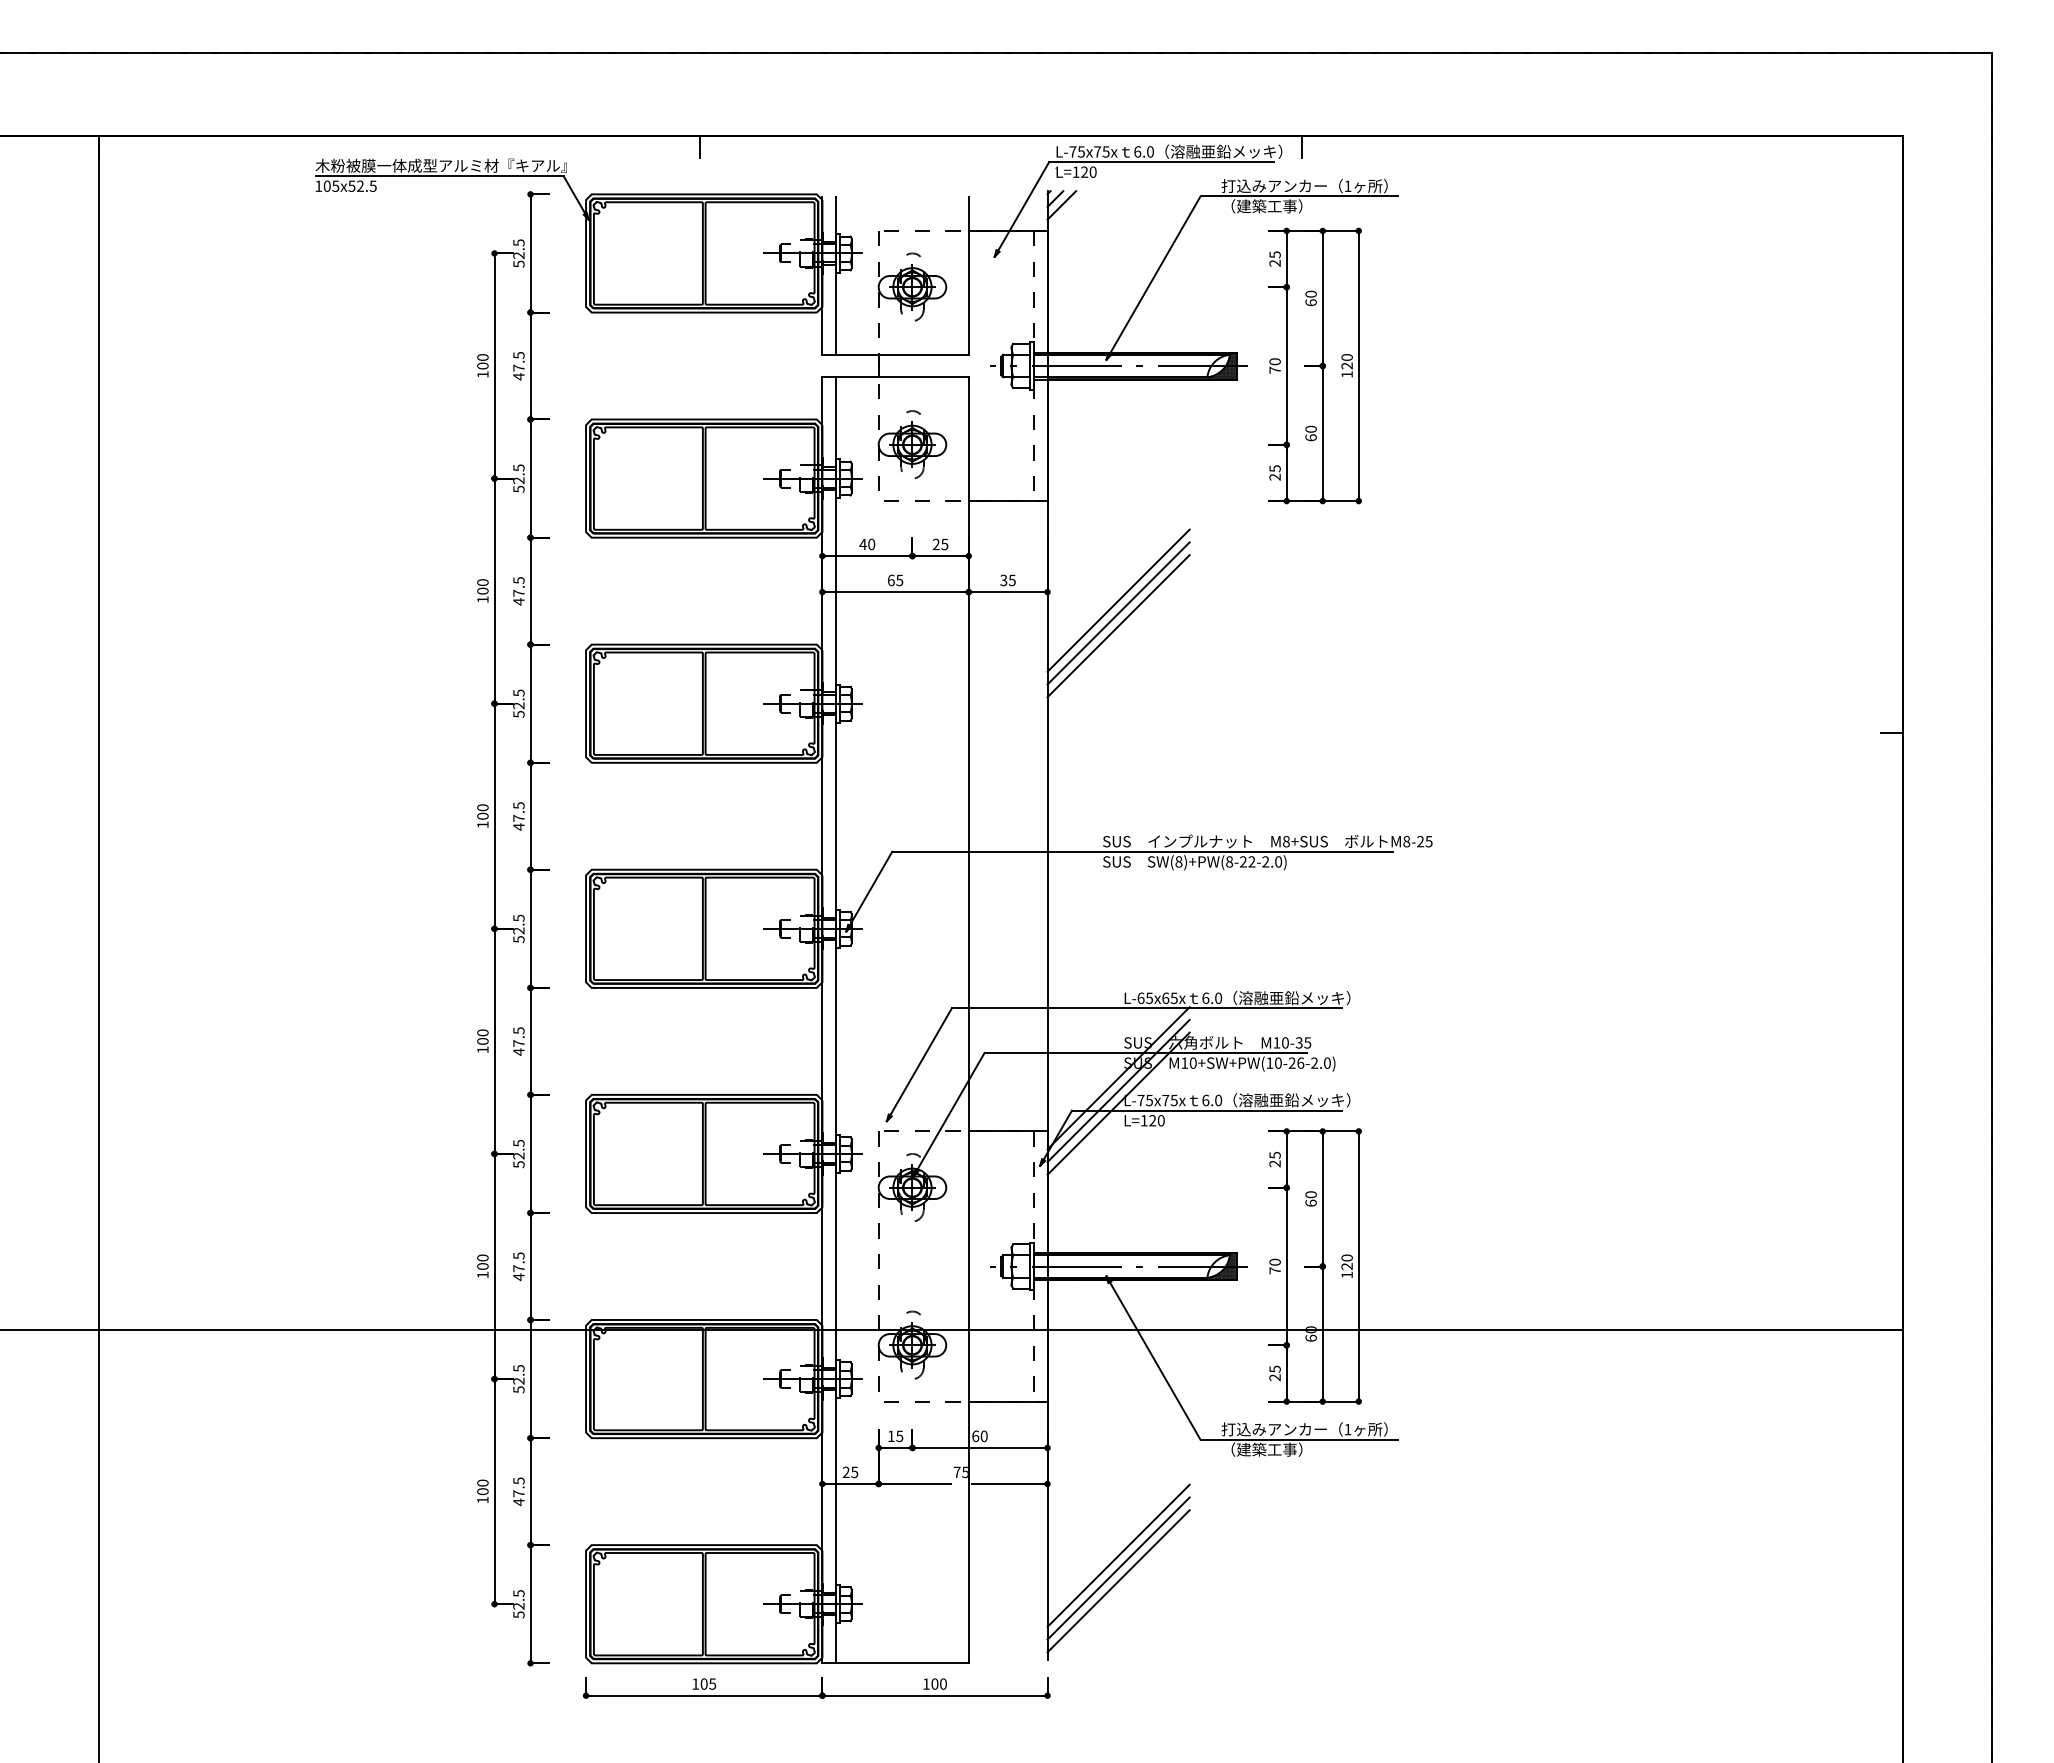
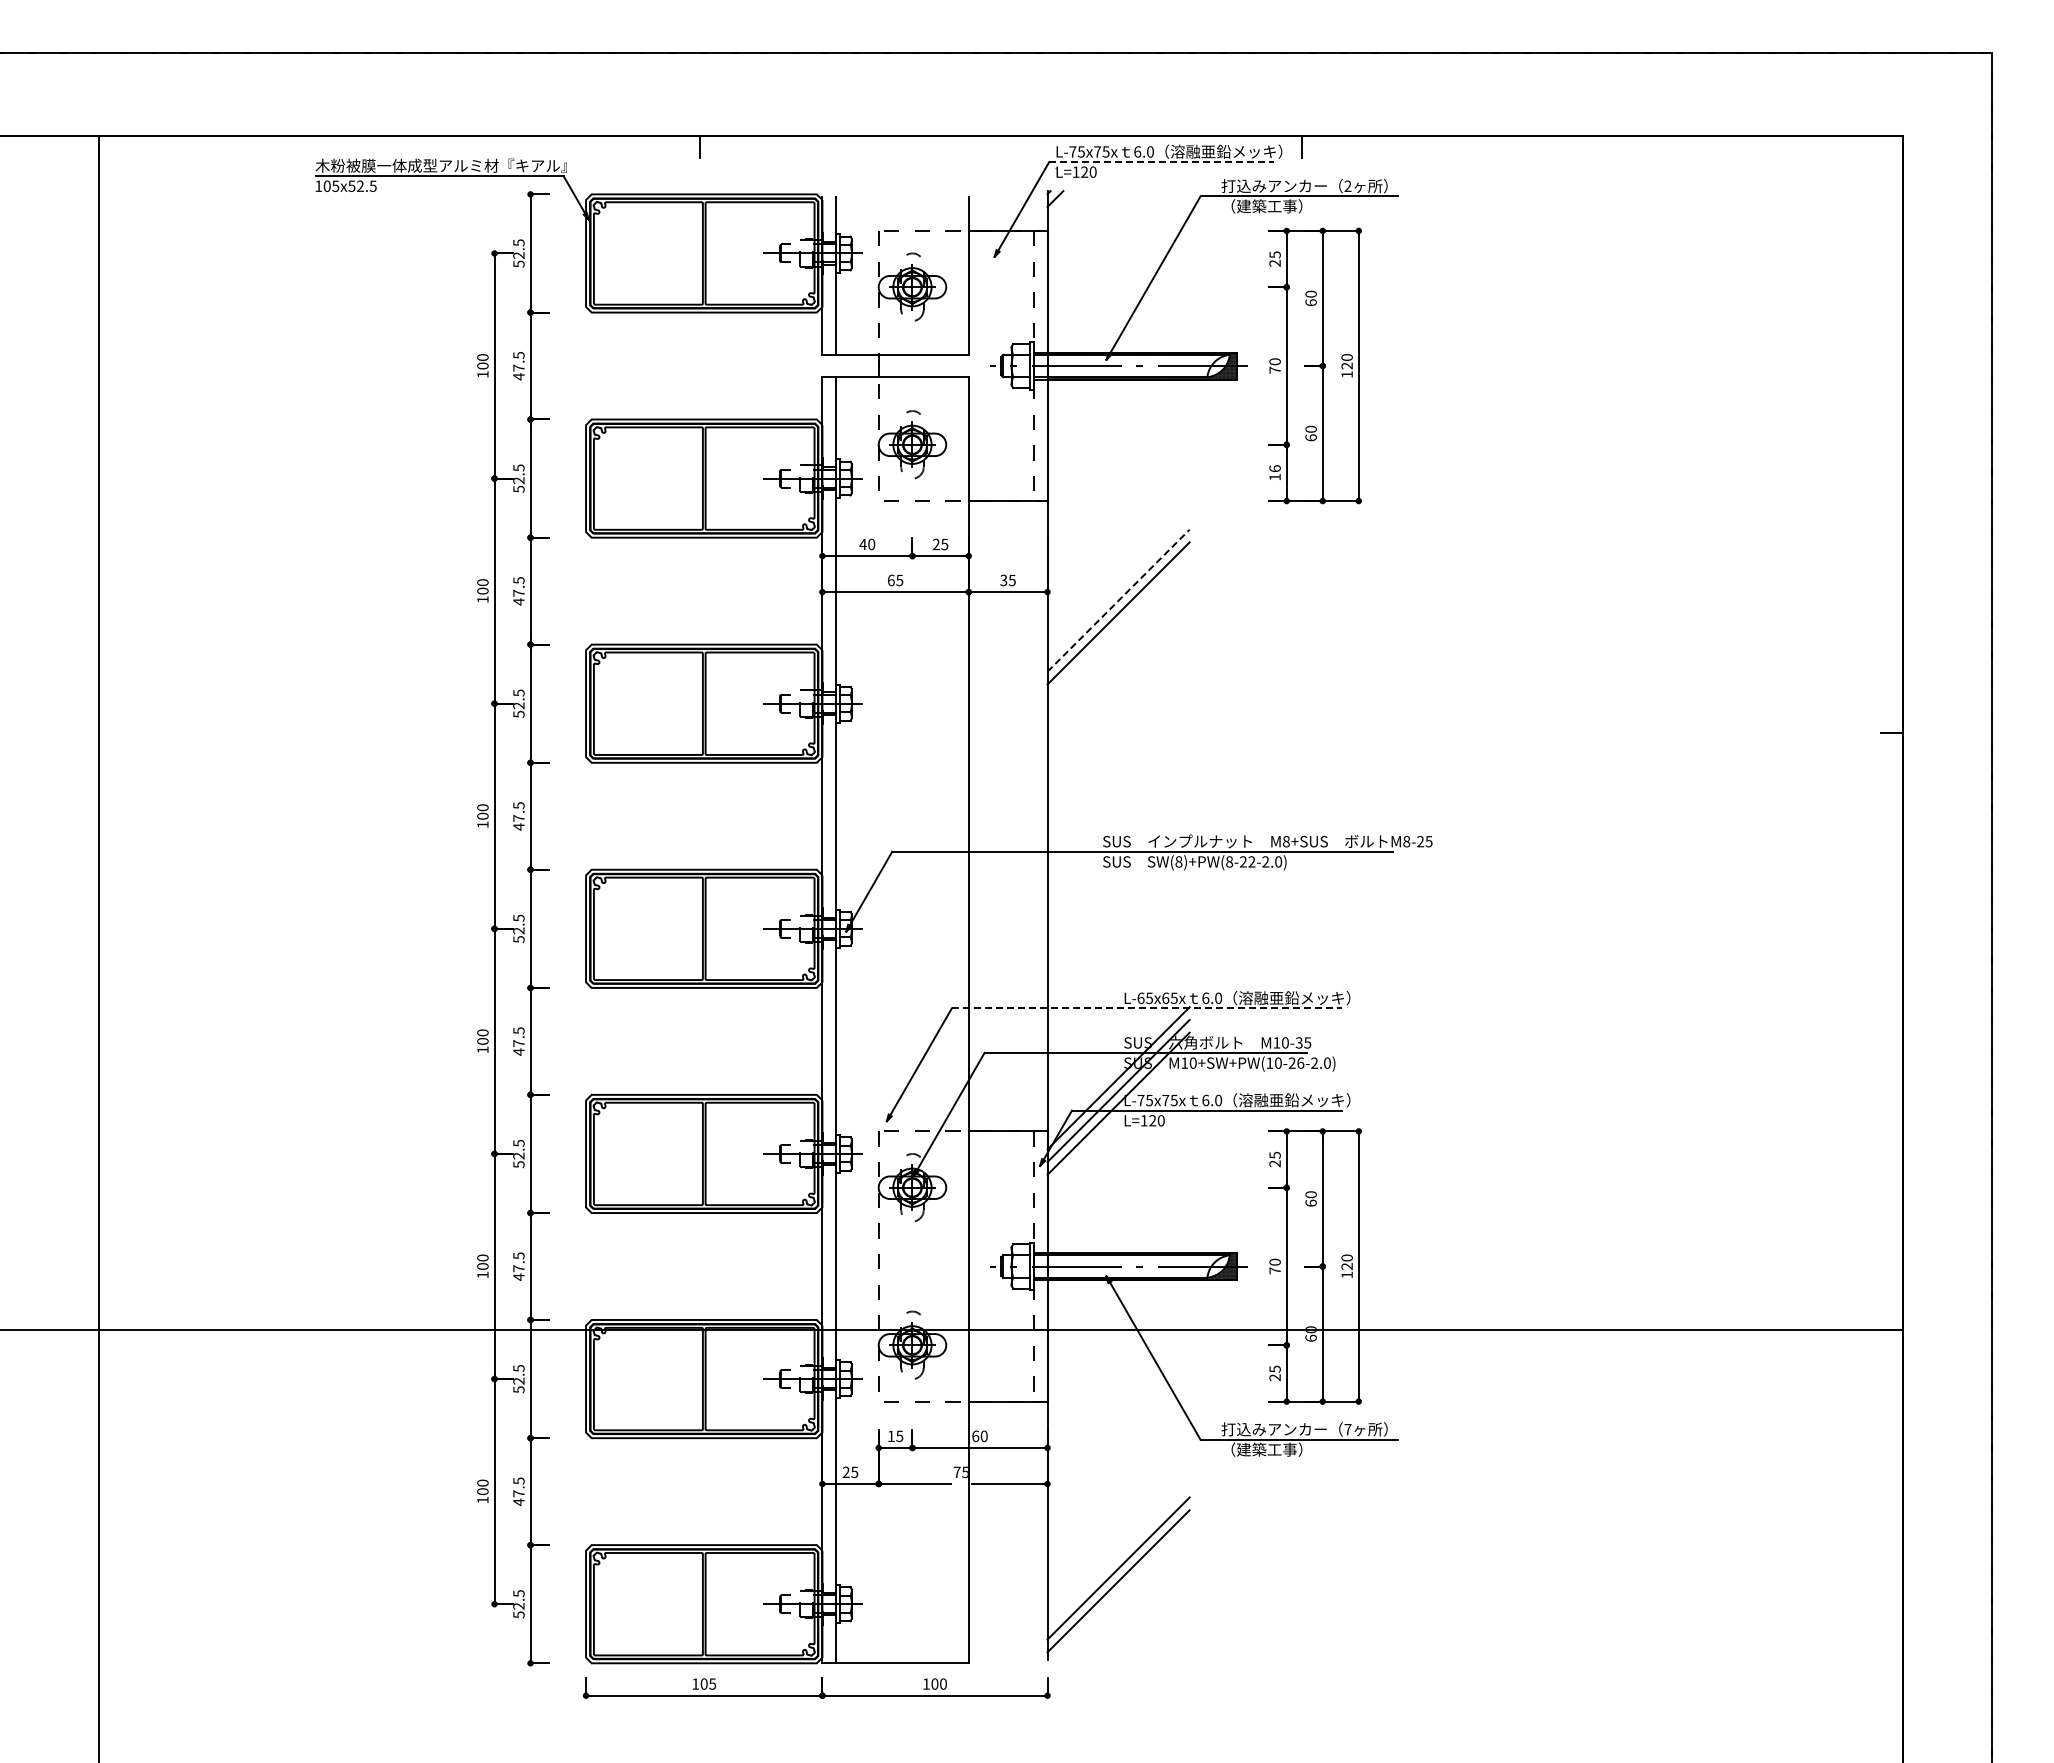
line at (1162, 162): solid -> dashed
text at (1347, 185): 1 -> 2
line at (1061, 205): present -> none
text at (1274, 472): 25 -> 16
line at (1118, 600): solid -> dashed
line at (1118, 626): present -> none
line at (1147, 1008): solid -> dashed
text at (1347, 1429): 1 -> 7
line at (1118, 1555): present -> none
